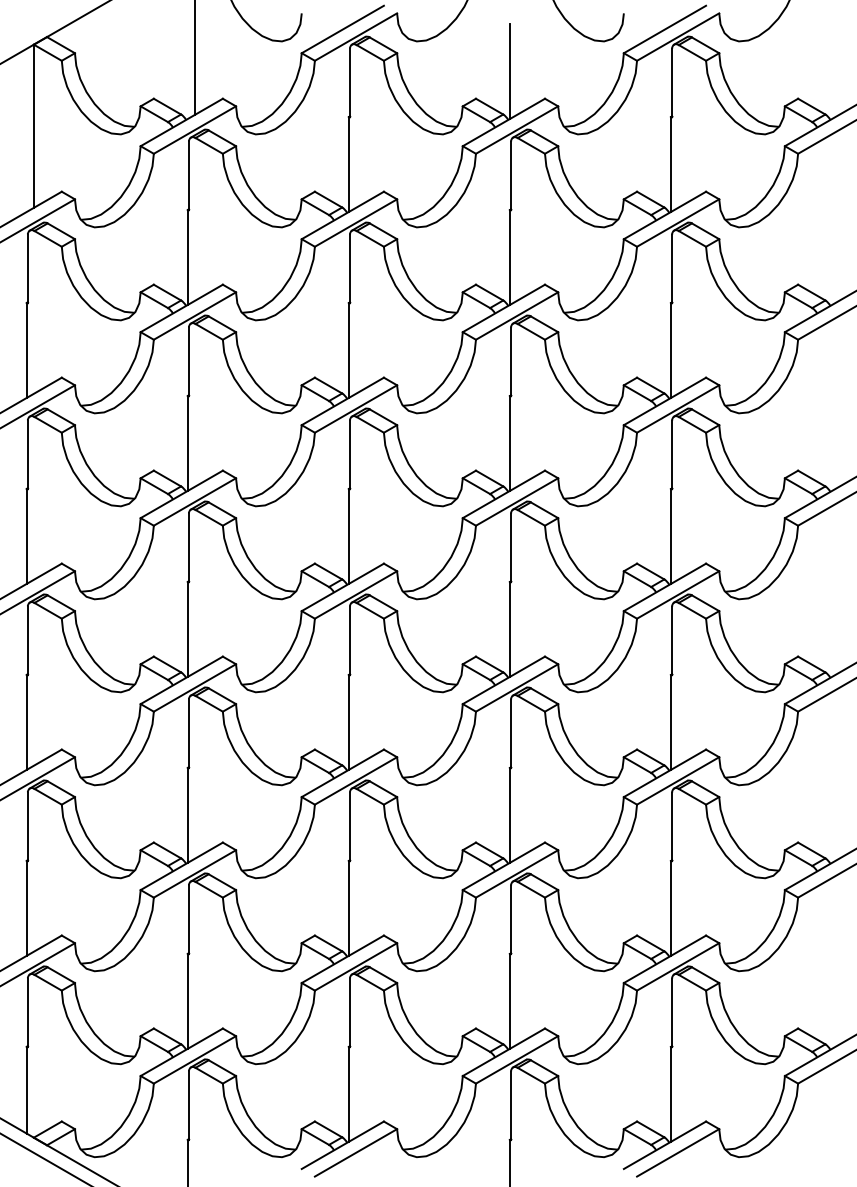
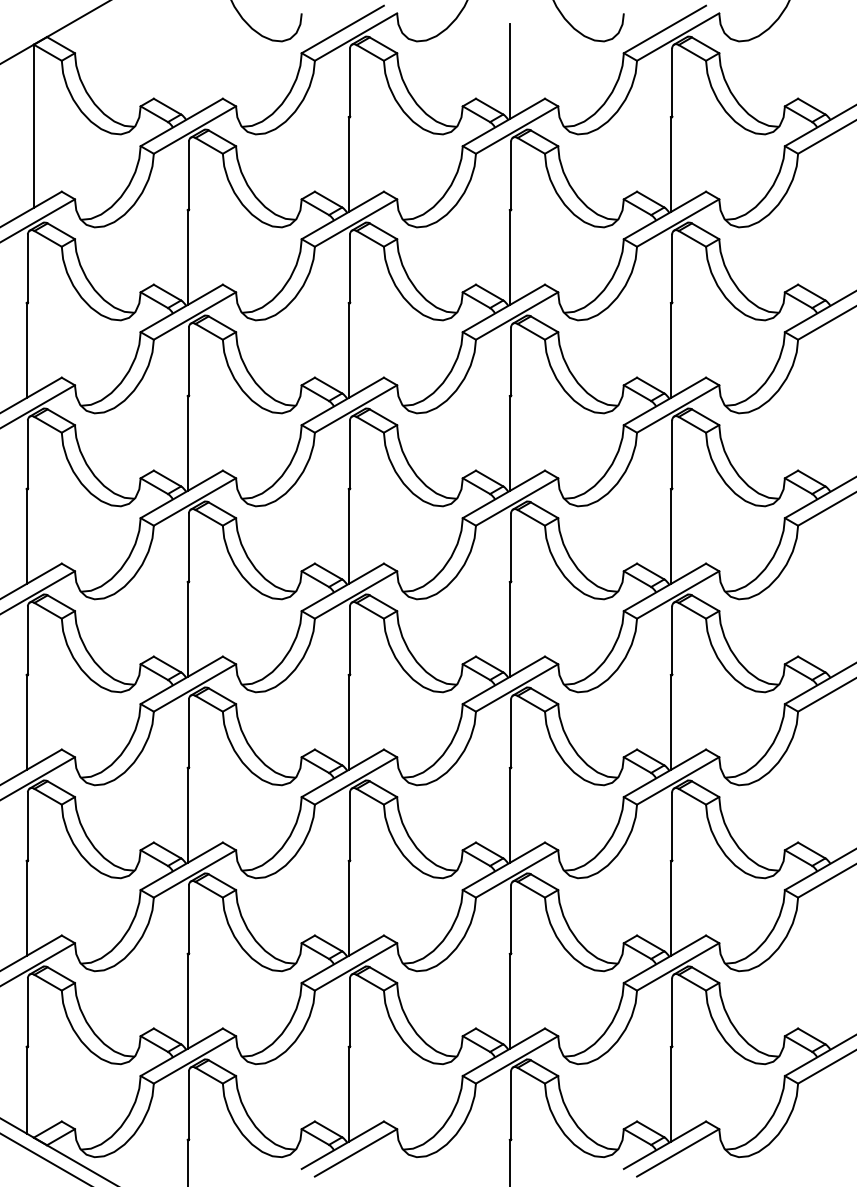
line at (194, 58): present -> none
